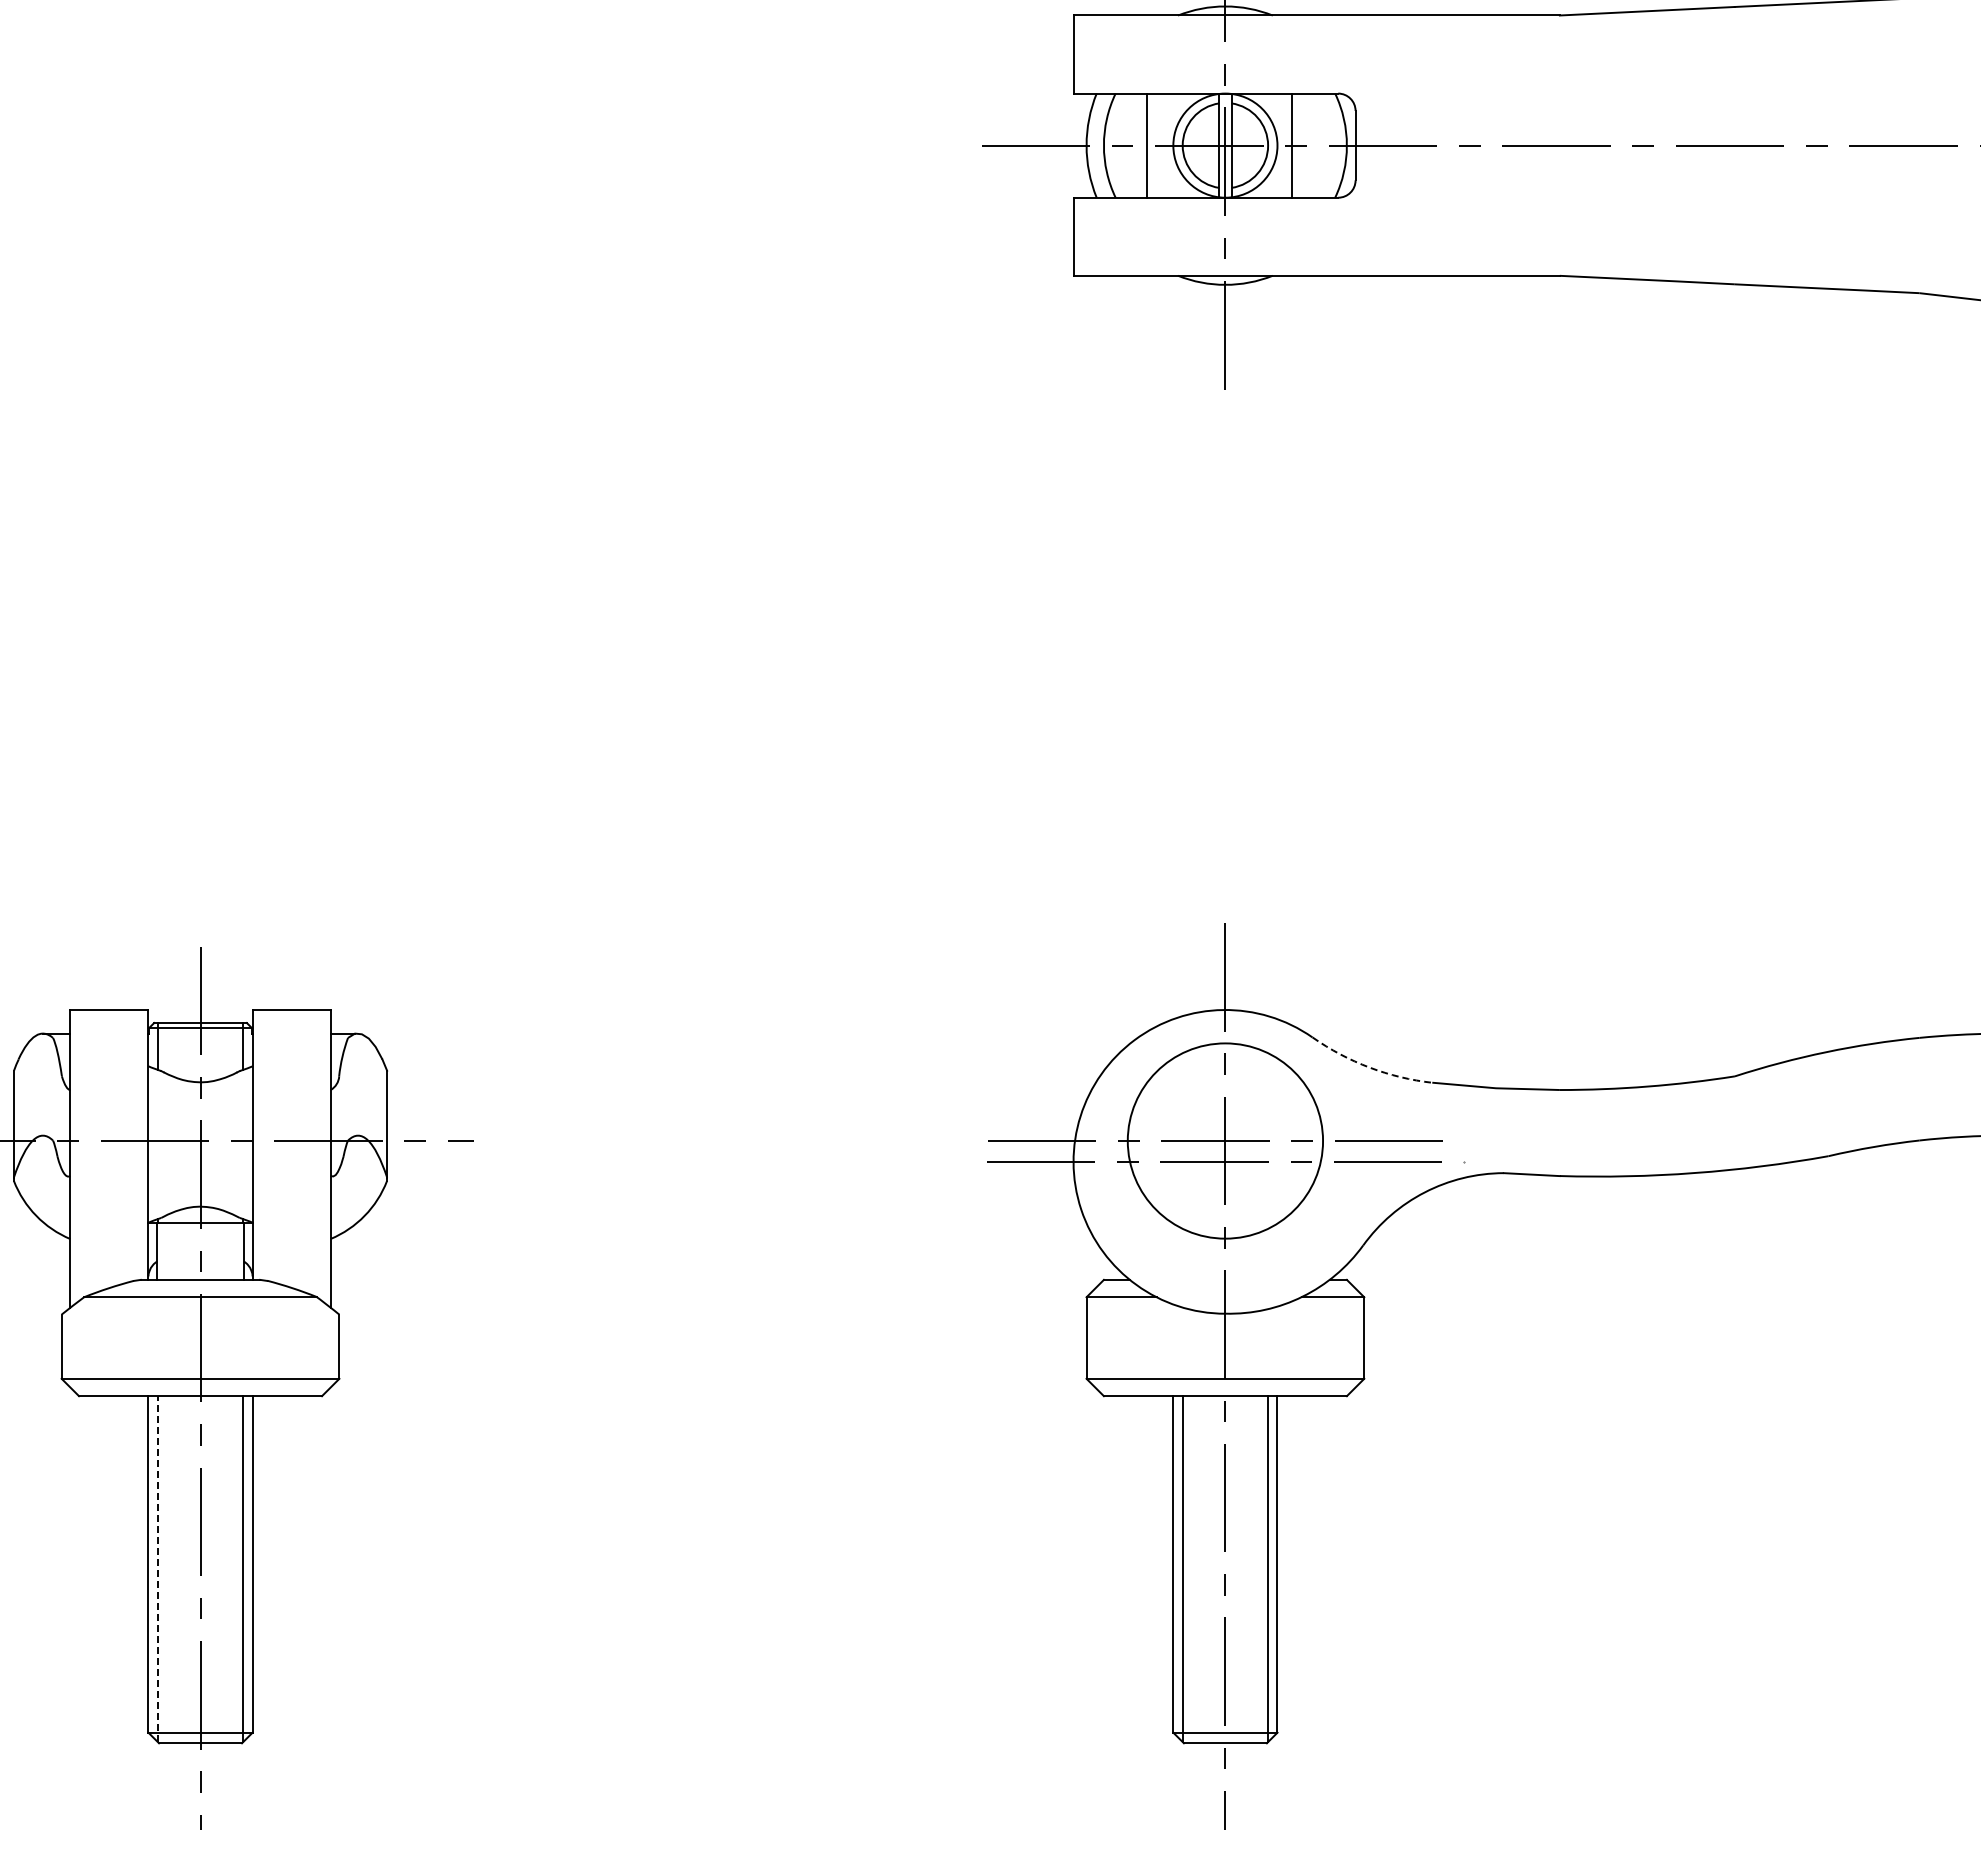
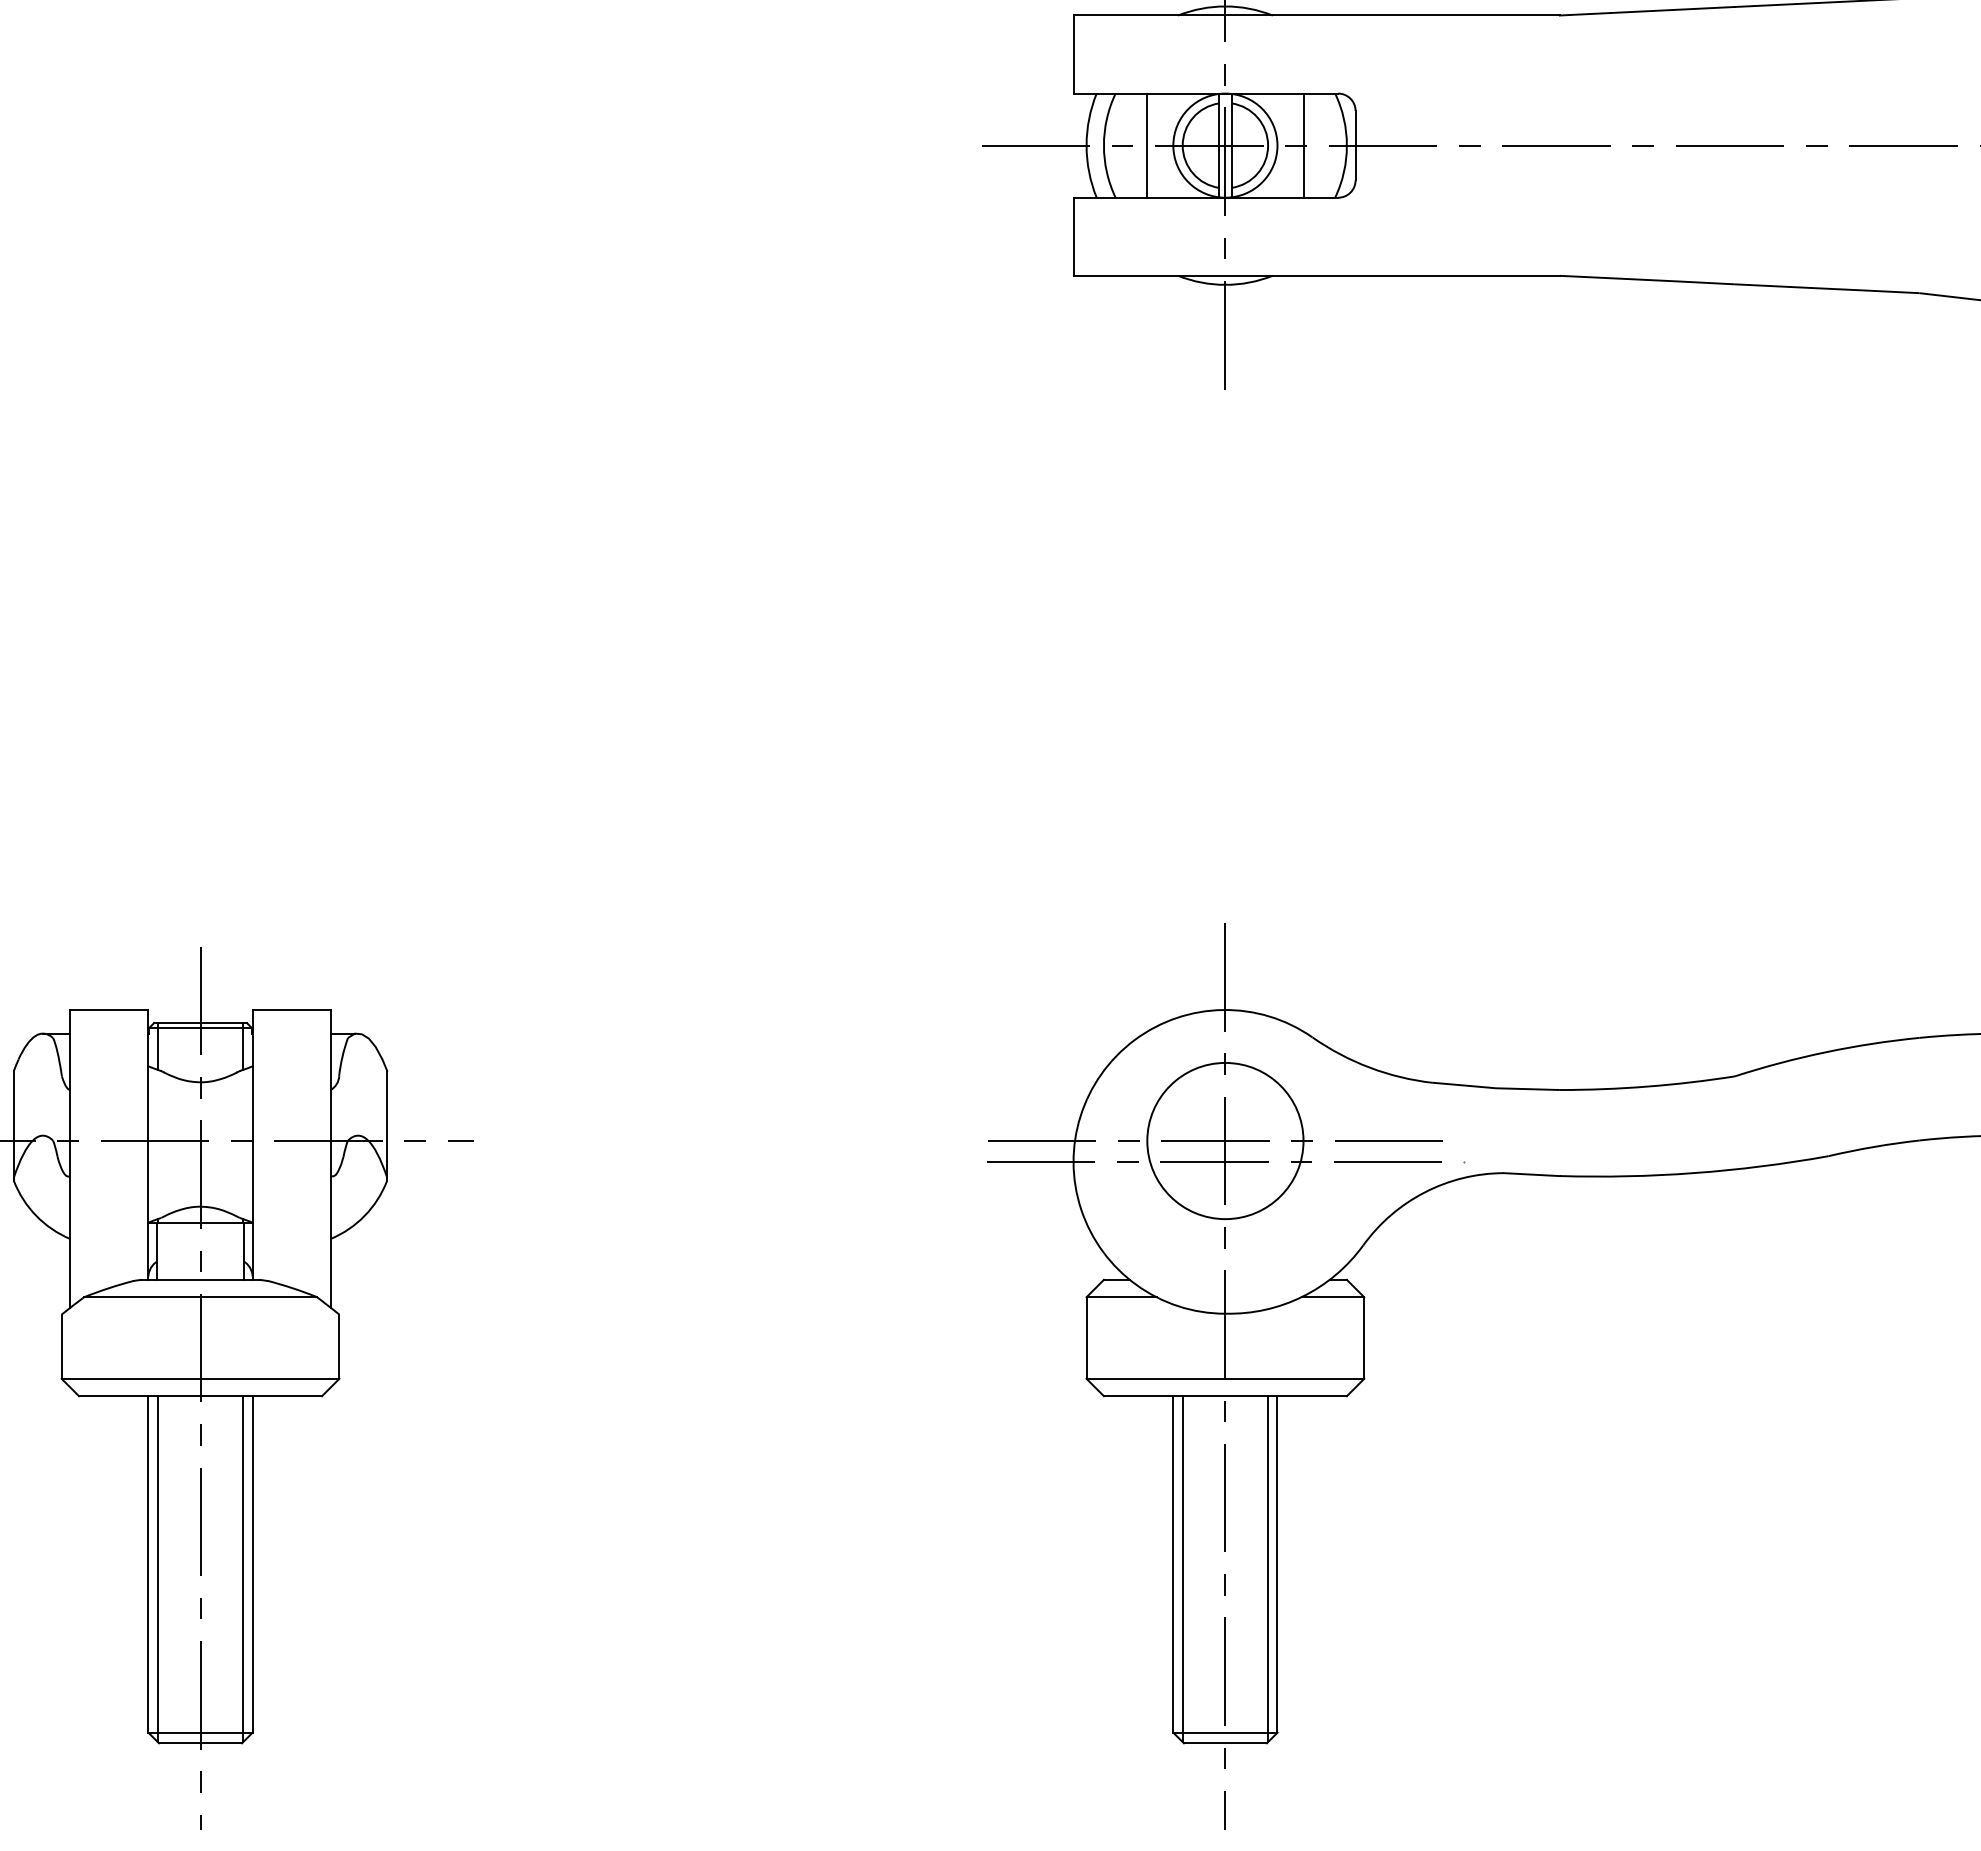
line at (1291, 145) position: (1291, 145) -> (1303, 145)
arc at (1369, 1067): dashed -> solid
circle at (1225, 1140) diameter: 195 px -> 156 px
line at (157, 1569): dashed -> solid
